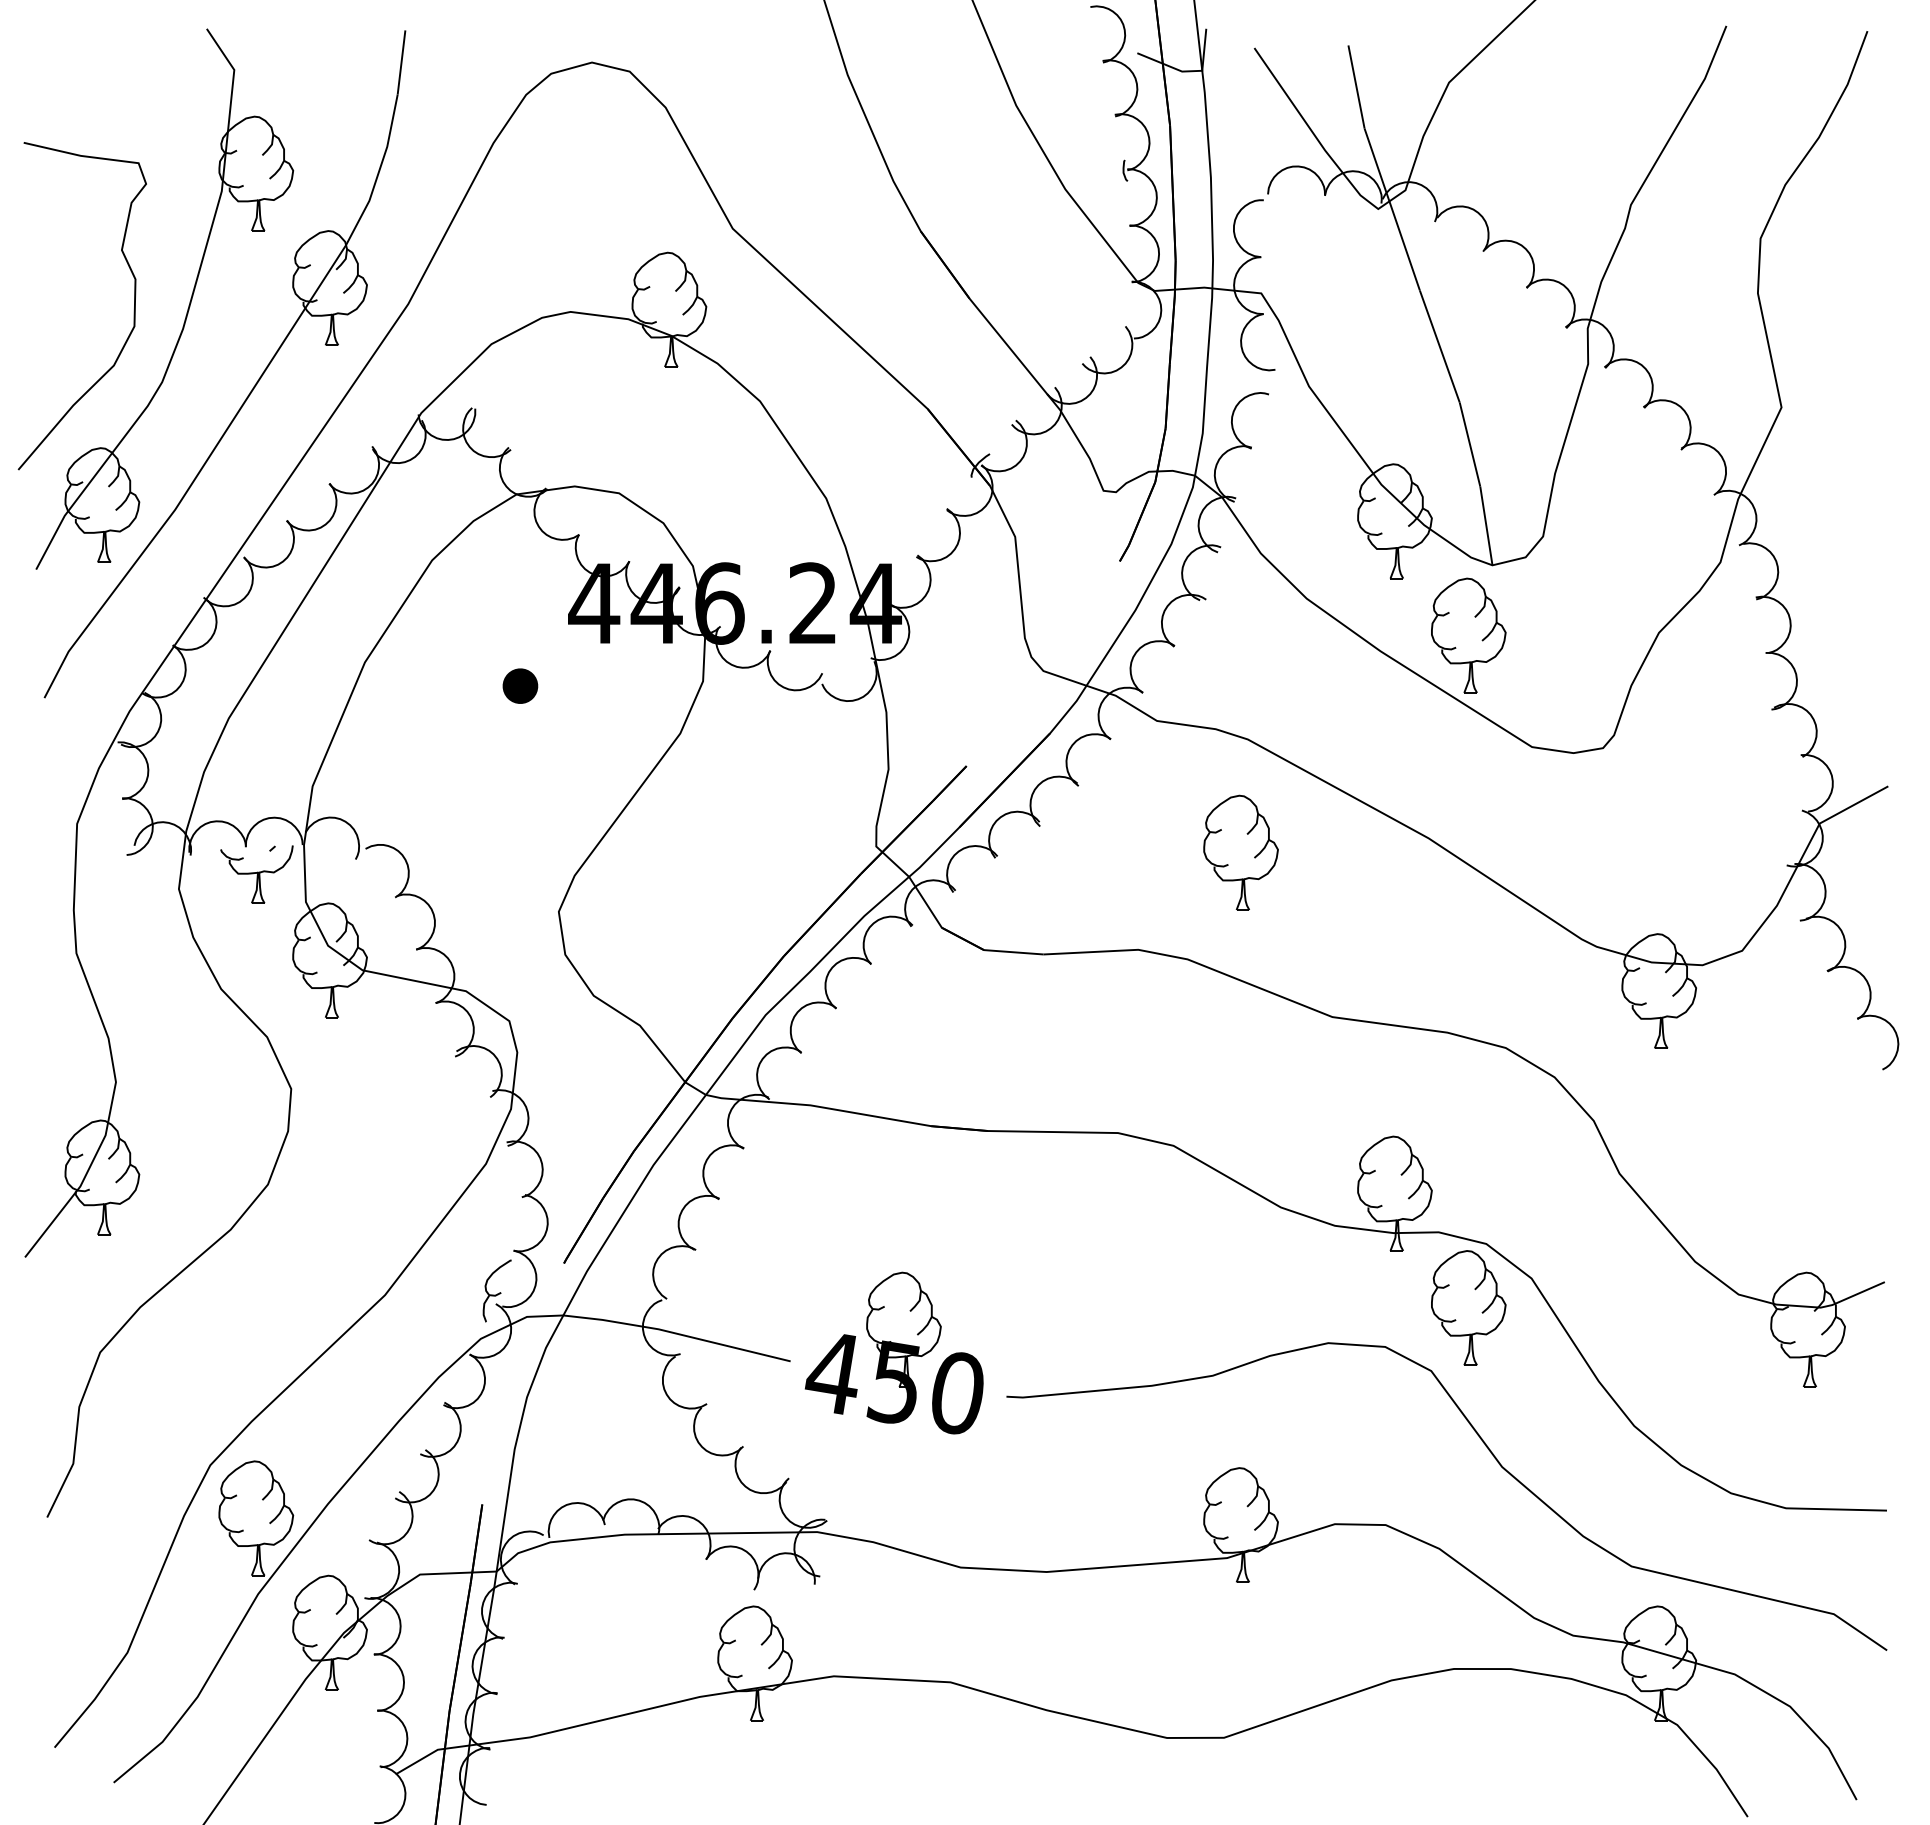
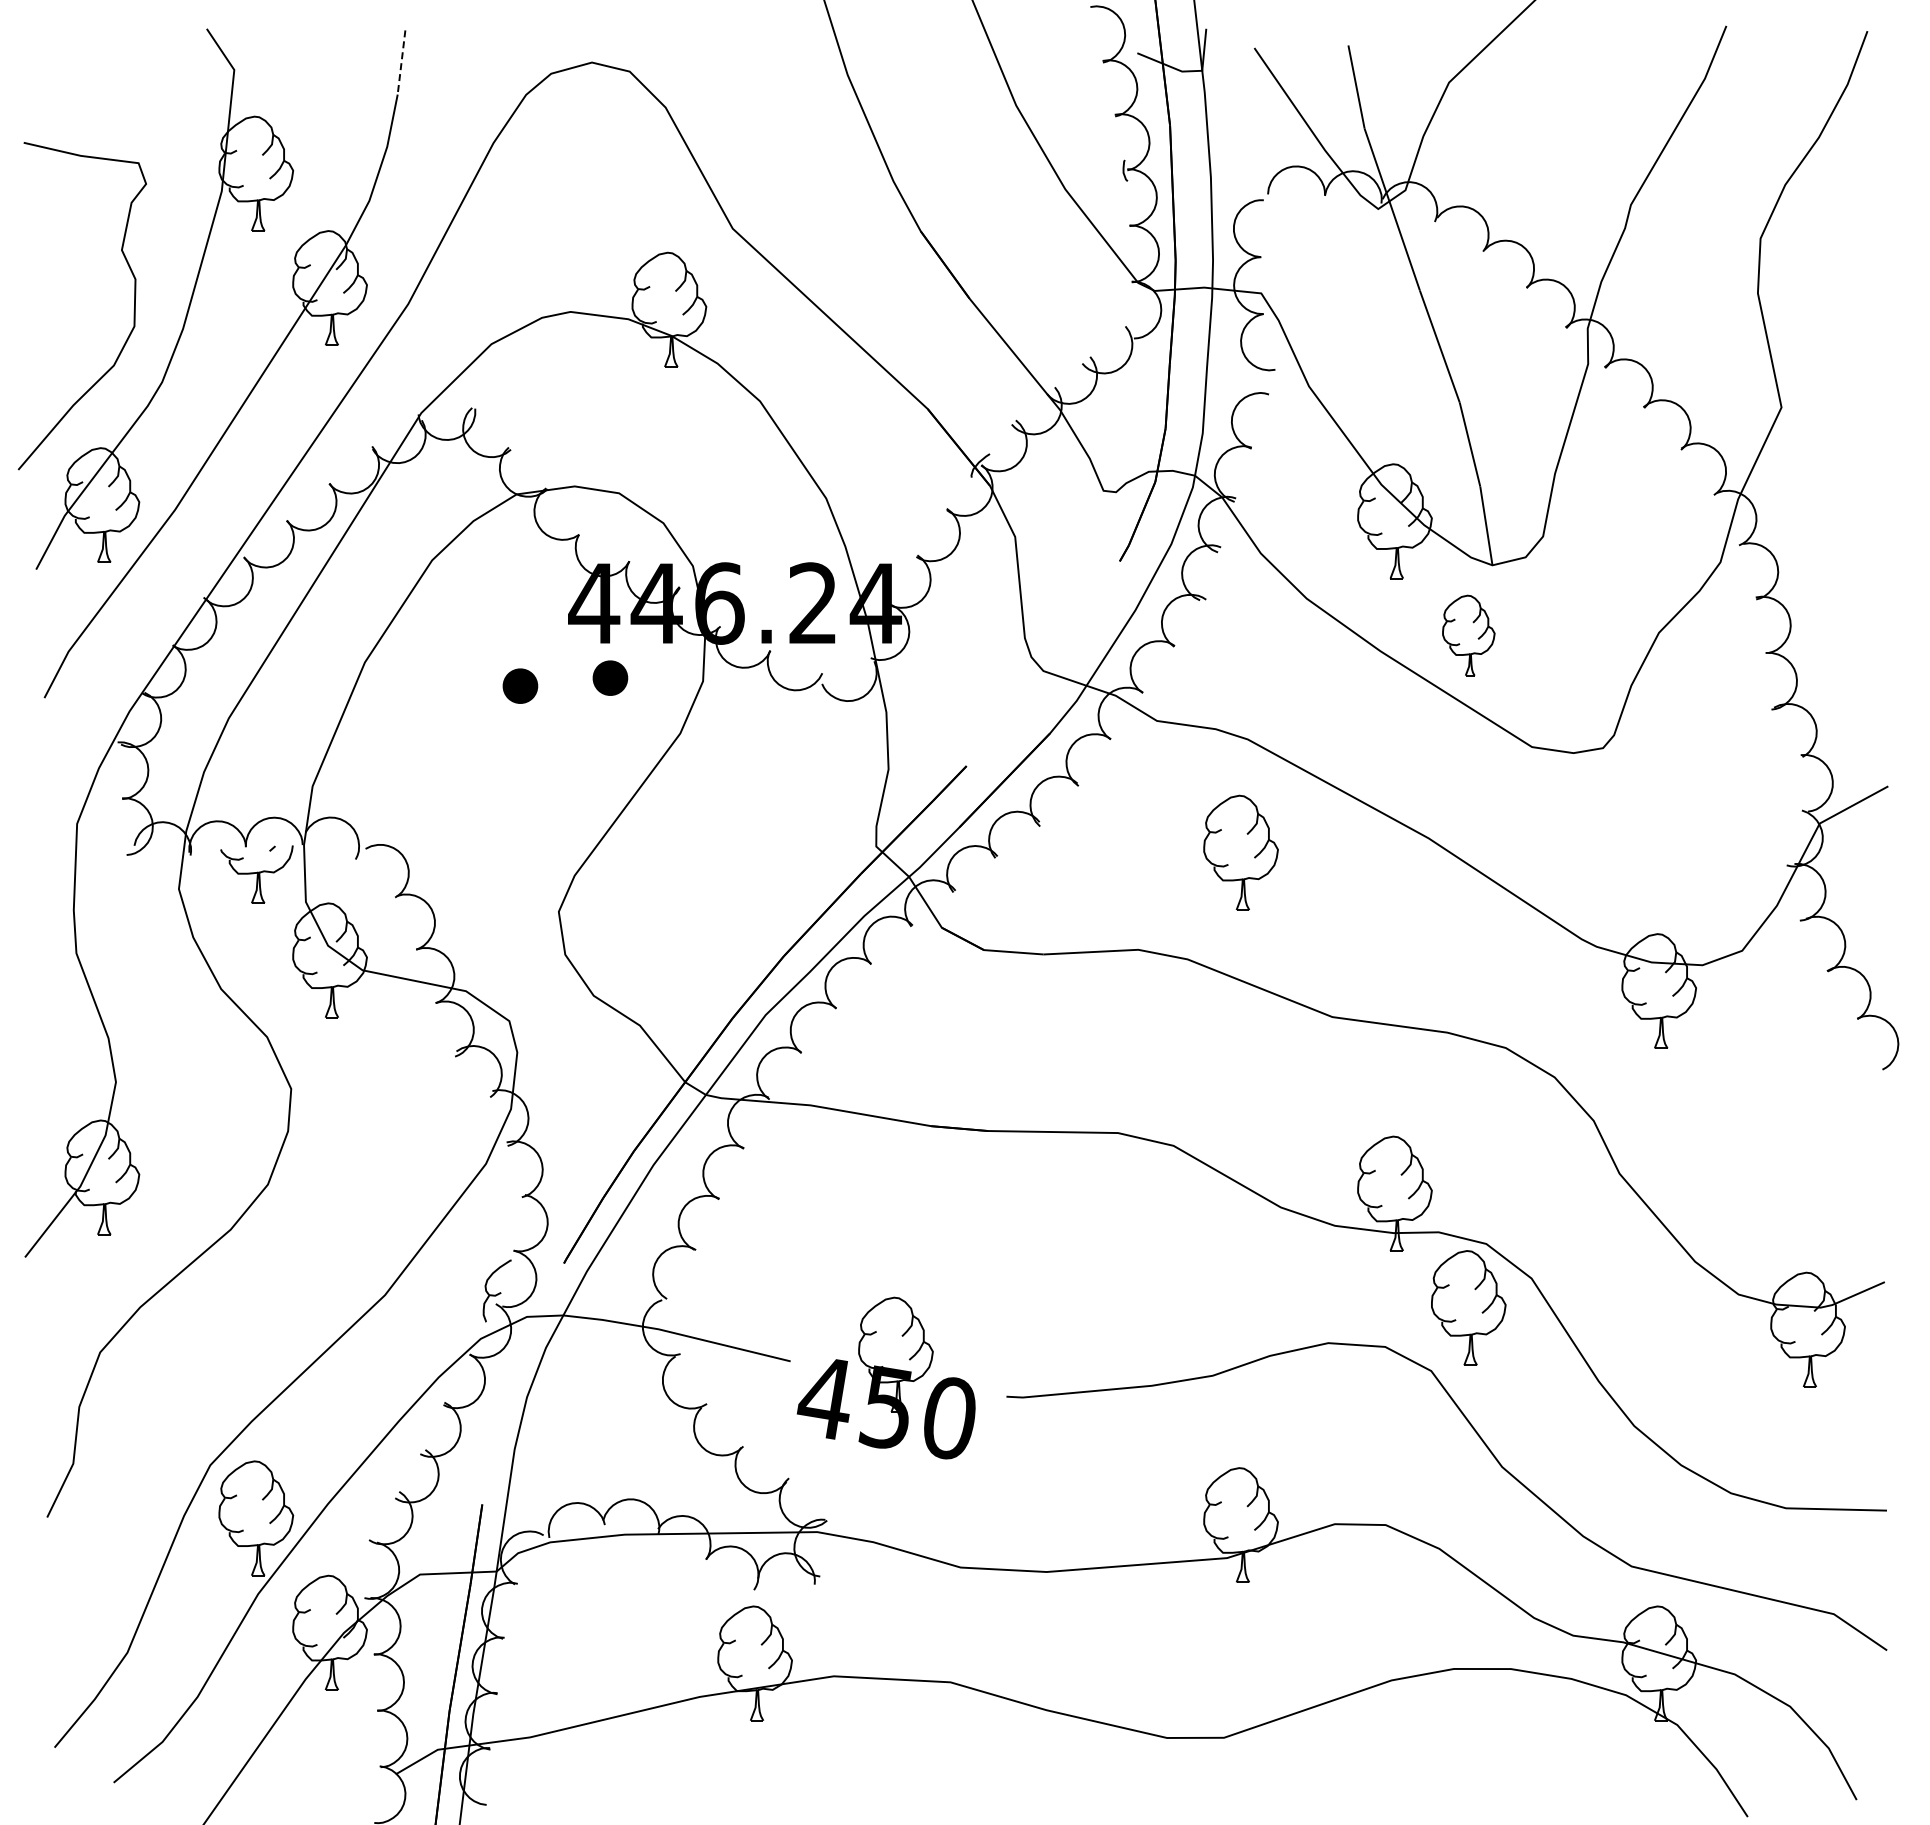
line at (401, 62): solid -> dashed
part at (1468, 635) size: 76x117 px -> 54x83 px
part at (610, 677): none -> present
part at (893, 1352) position: (893, 1352) -> (885, 1377)
